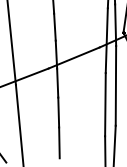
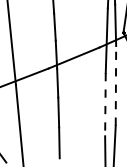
line at (115, 85): solid -> dashed
line at (105, 104): solid -> dashed
